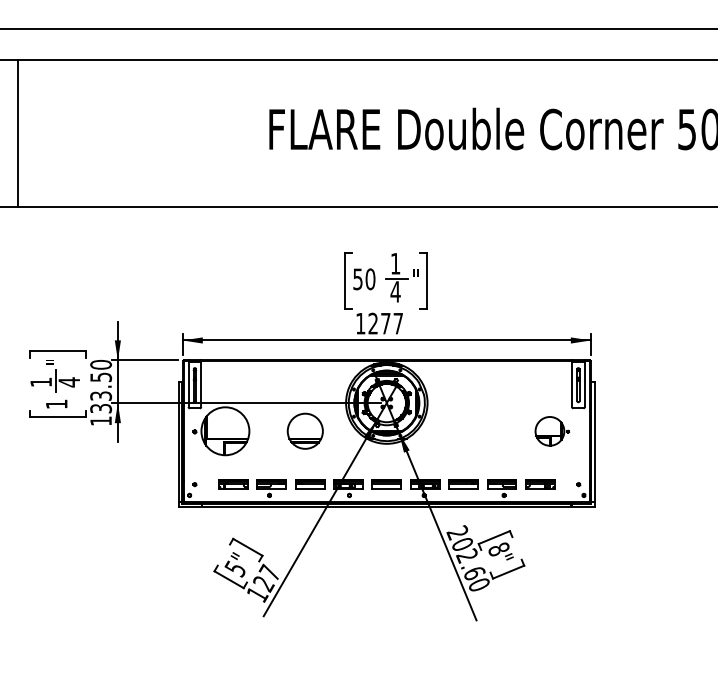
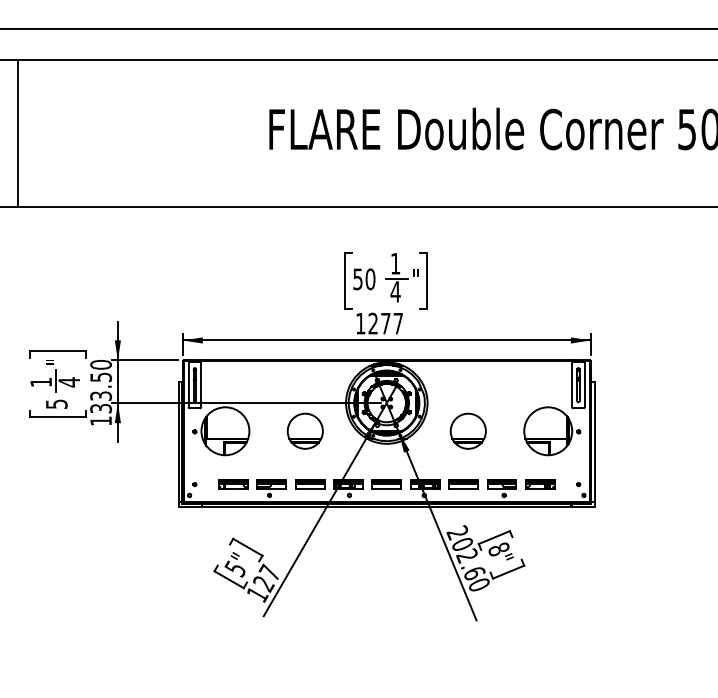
text at (56, 403): 1 -> 5
part at (467, 430): none -> present
part at (552, 431) size: 37x31 px -> 59x51 px
